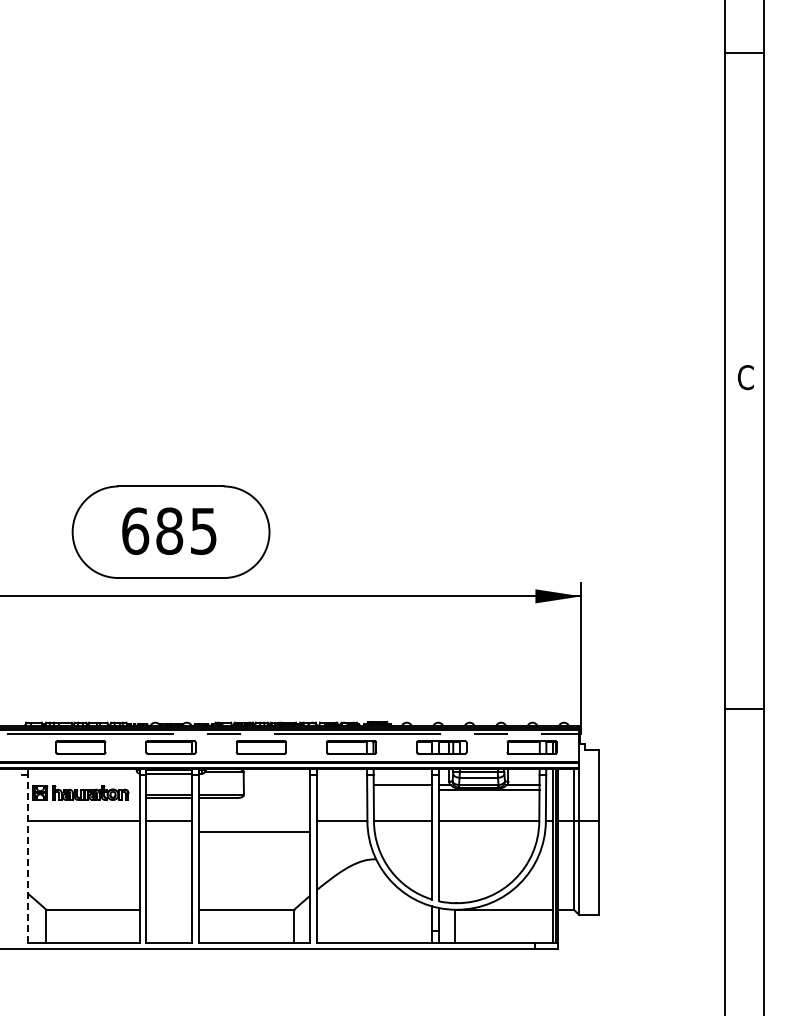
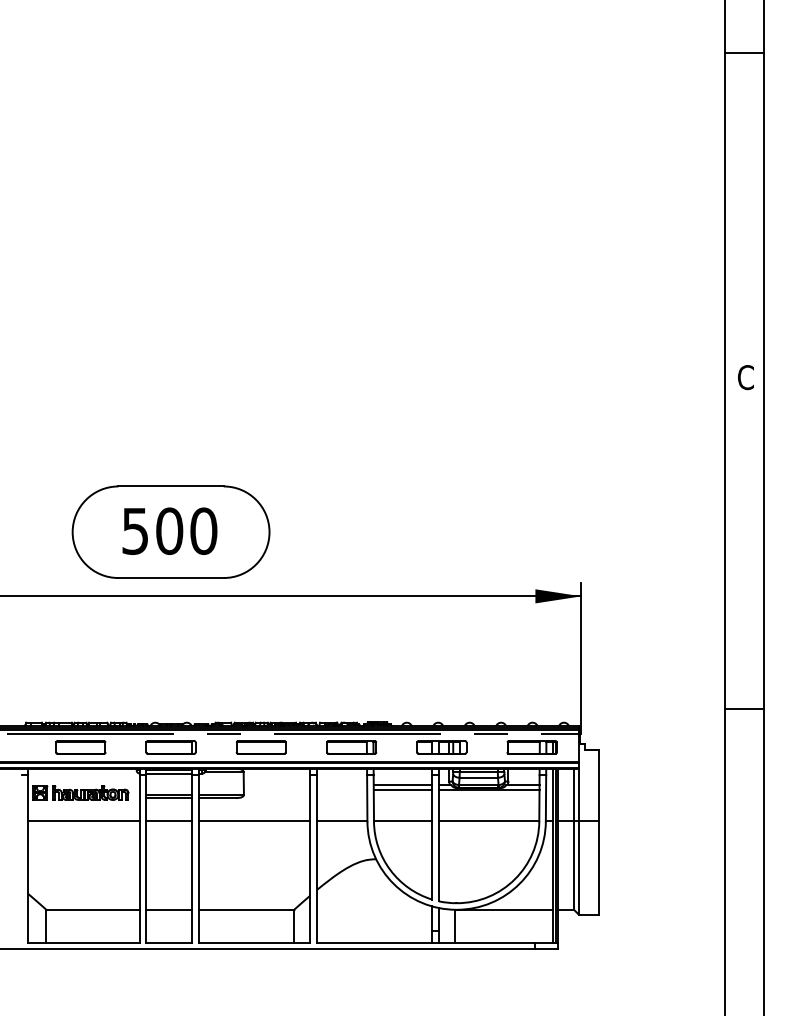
text at (169, 531): 685 -> 500
line at (402, 790): none -> present
line at (254, 832) position: (254, 832) -> (254, 821)
line at (28, 858): dashed -> solid
line at (169, 909): none -> present
